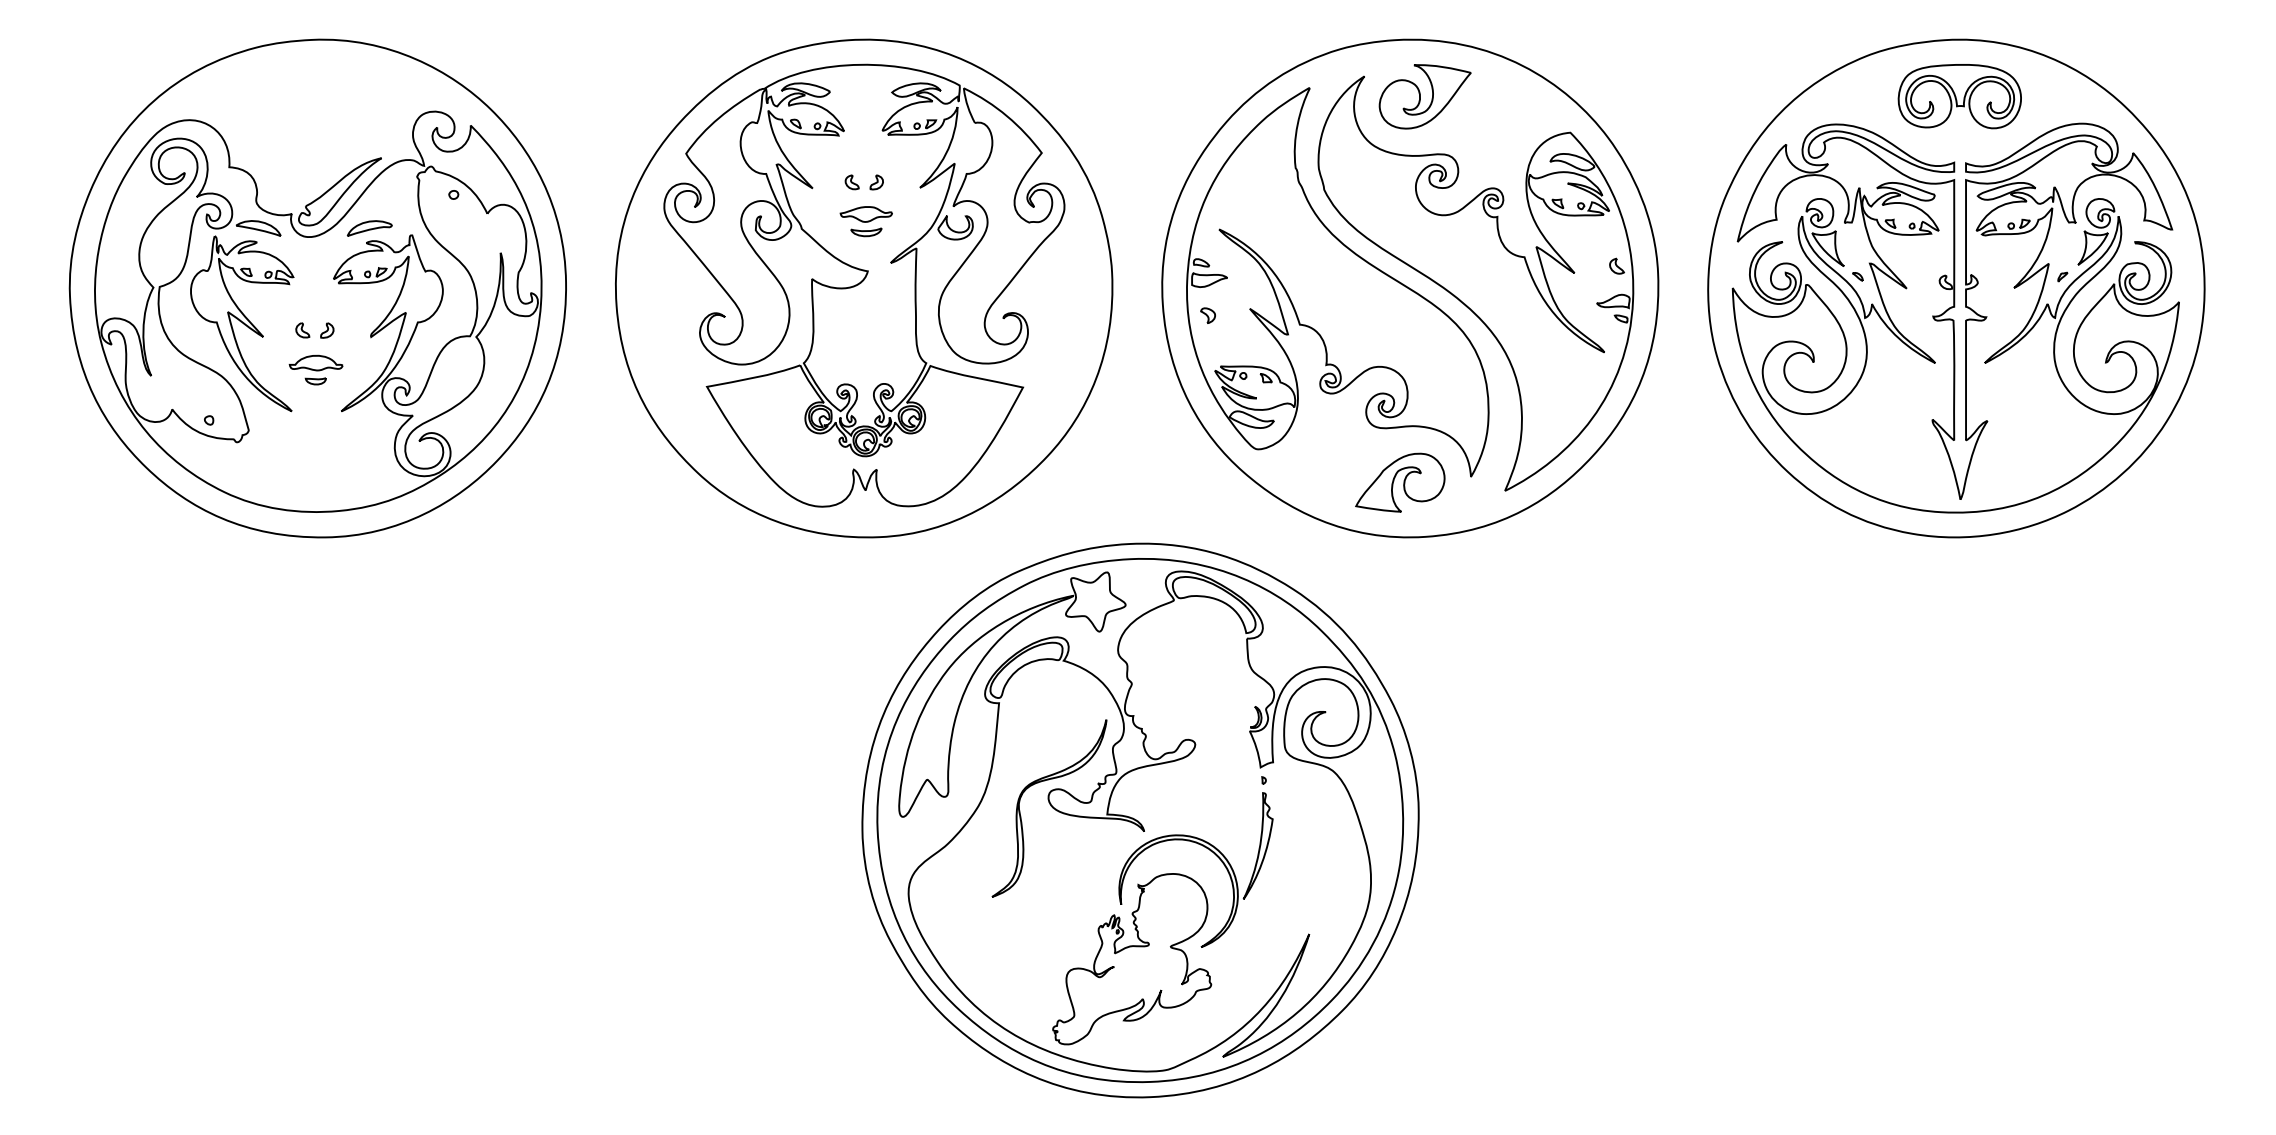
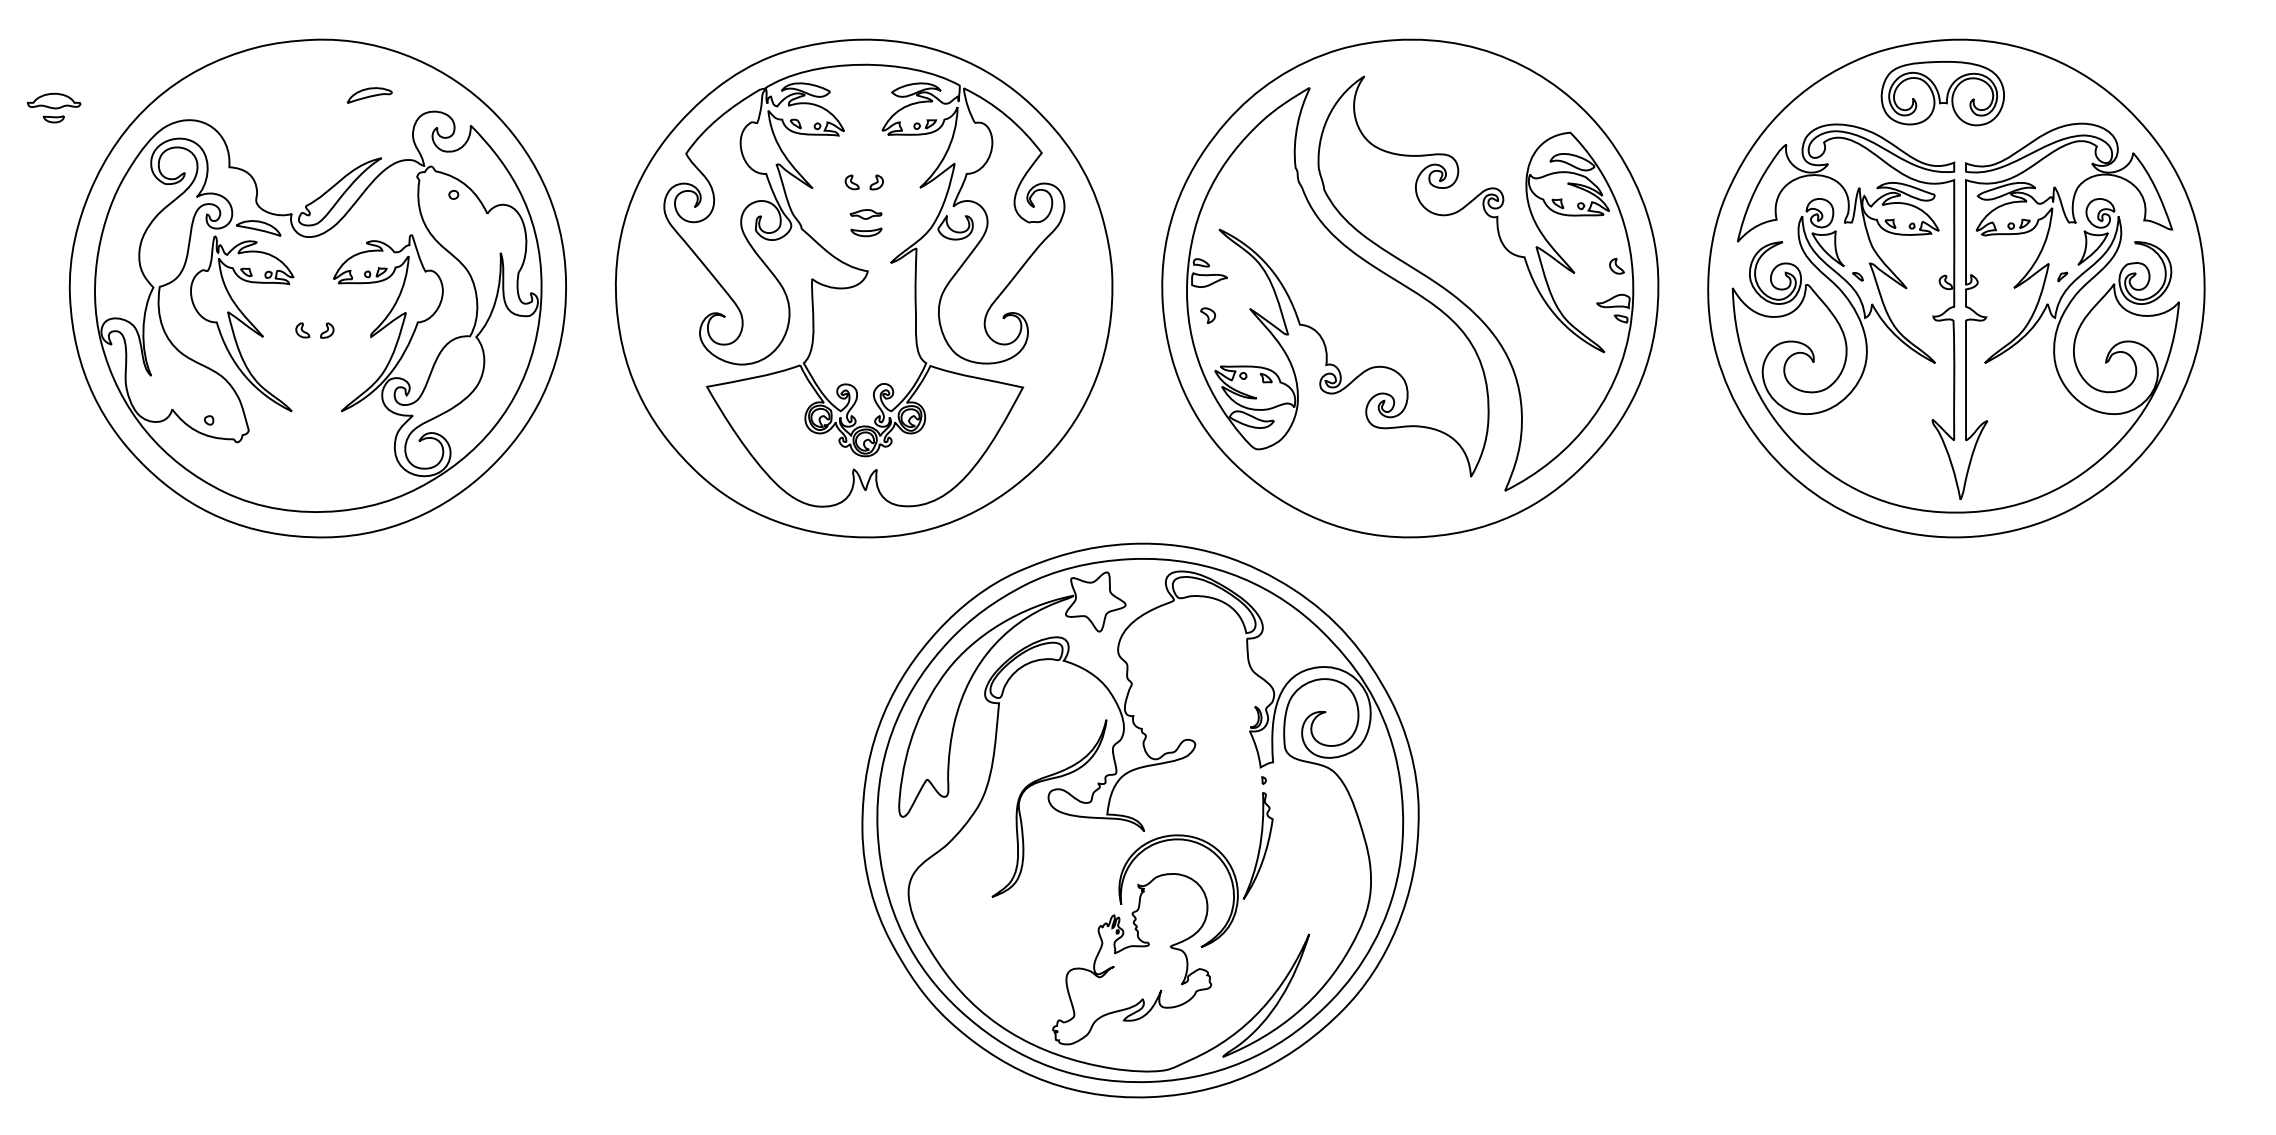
part at (1424, 96): present -> none
part at (1959, 96) position: (1959, 96) -> (1942, 93)
part at (865, 214) size: 54x17 px -> 34x11 px
part at (369, 228) position: (369, 228) -> (369, 95)
part at (315, 369) position: (315, 369) -> (53, 107)
part at (1400, 482): present -> none
